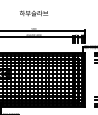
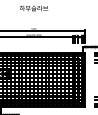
text at (33, 13) position: (33, 13) -> (33, 8)
